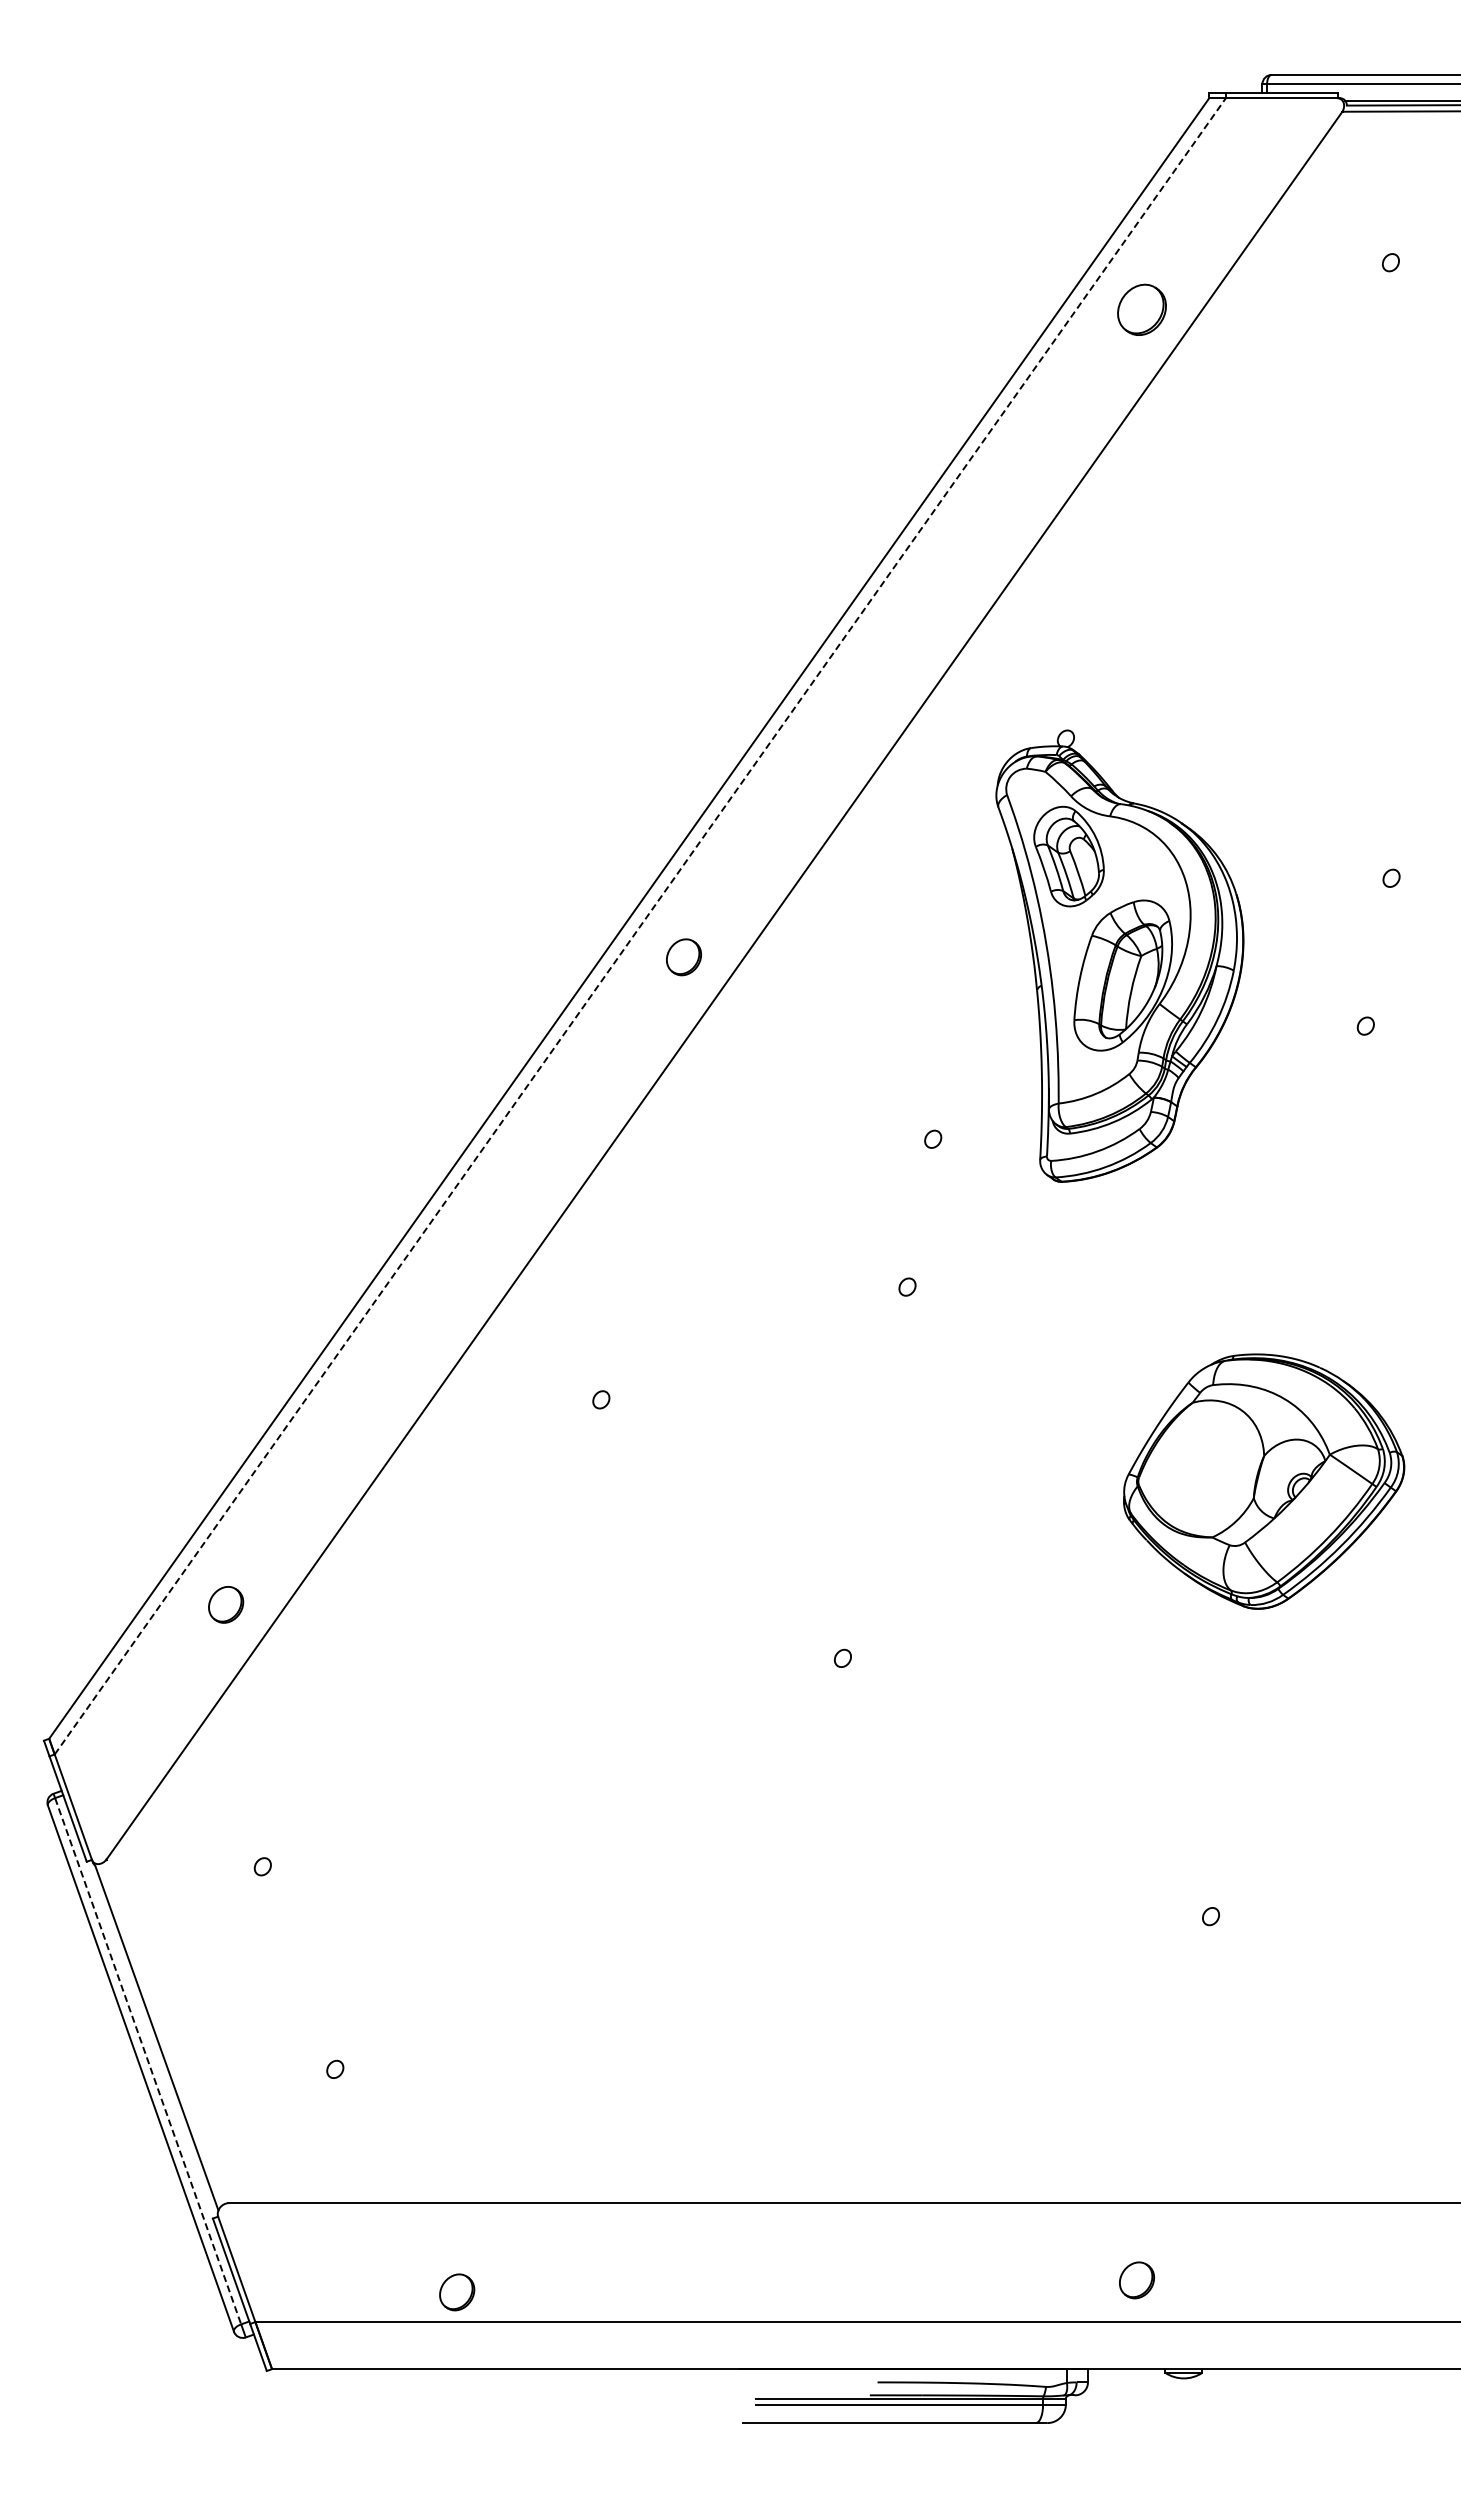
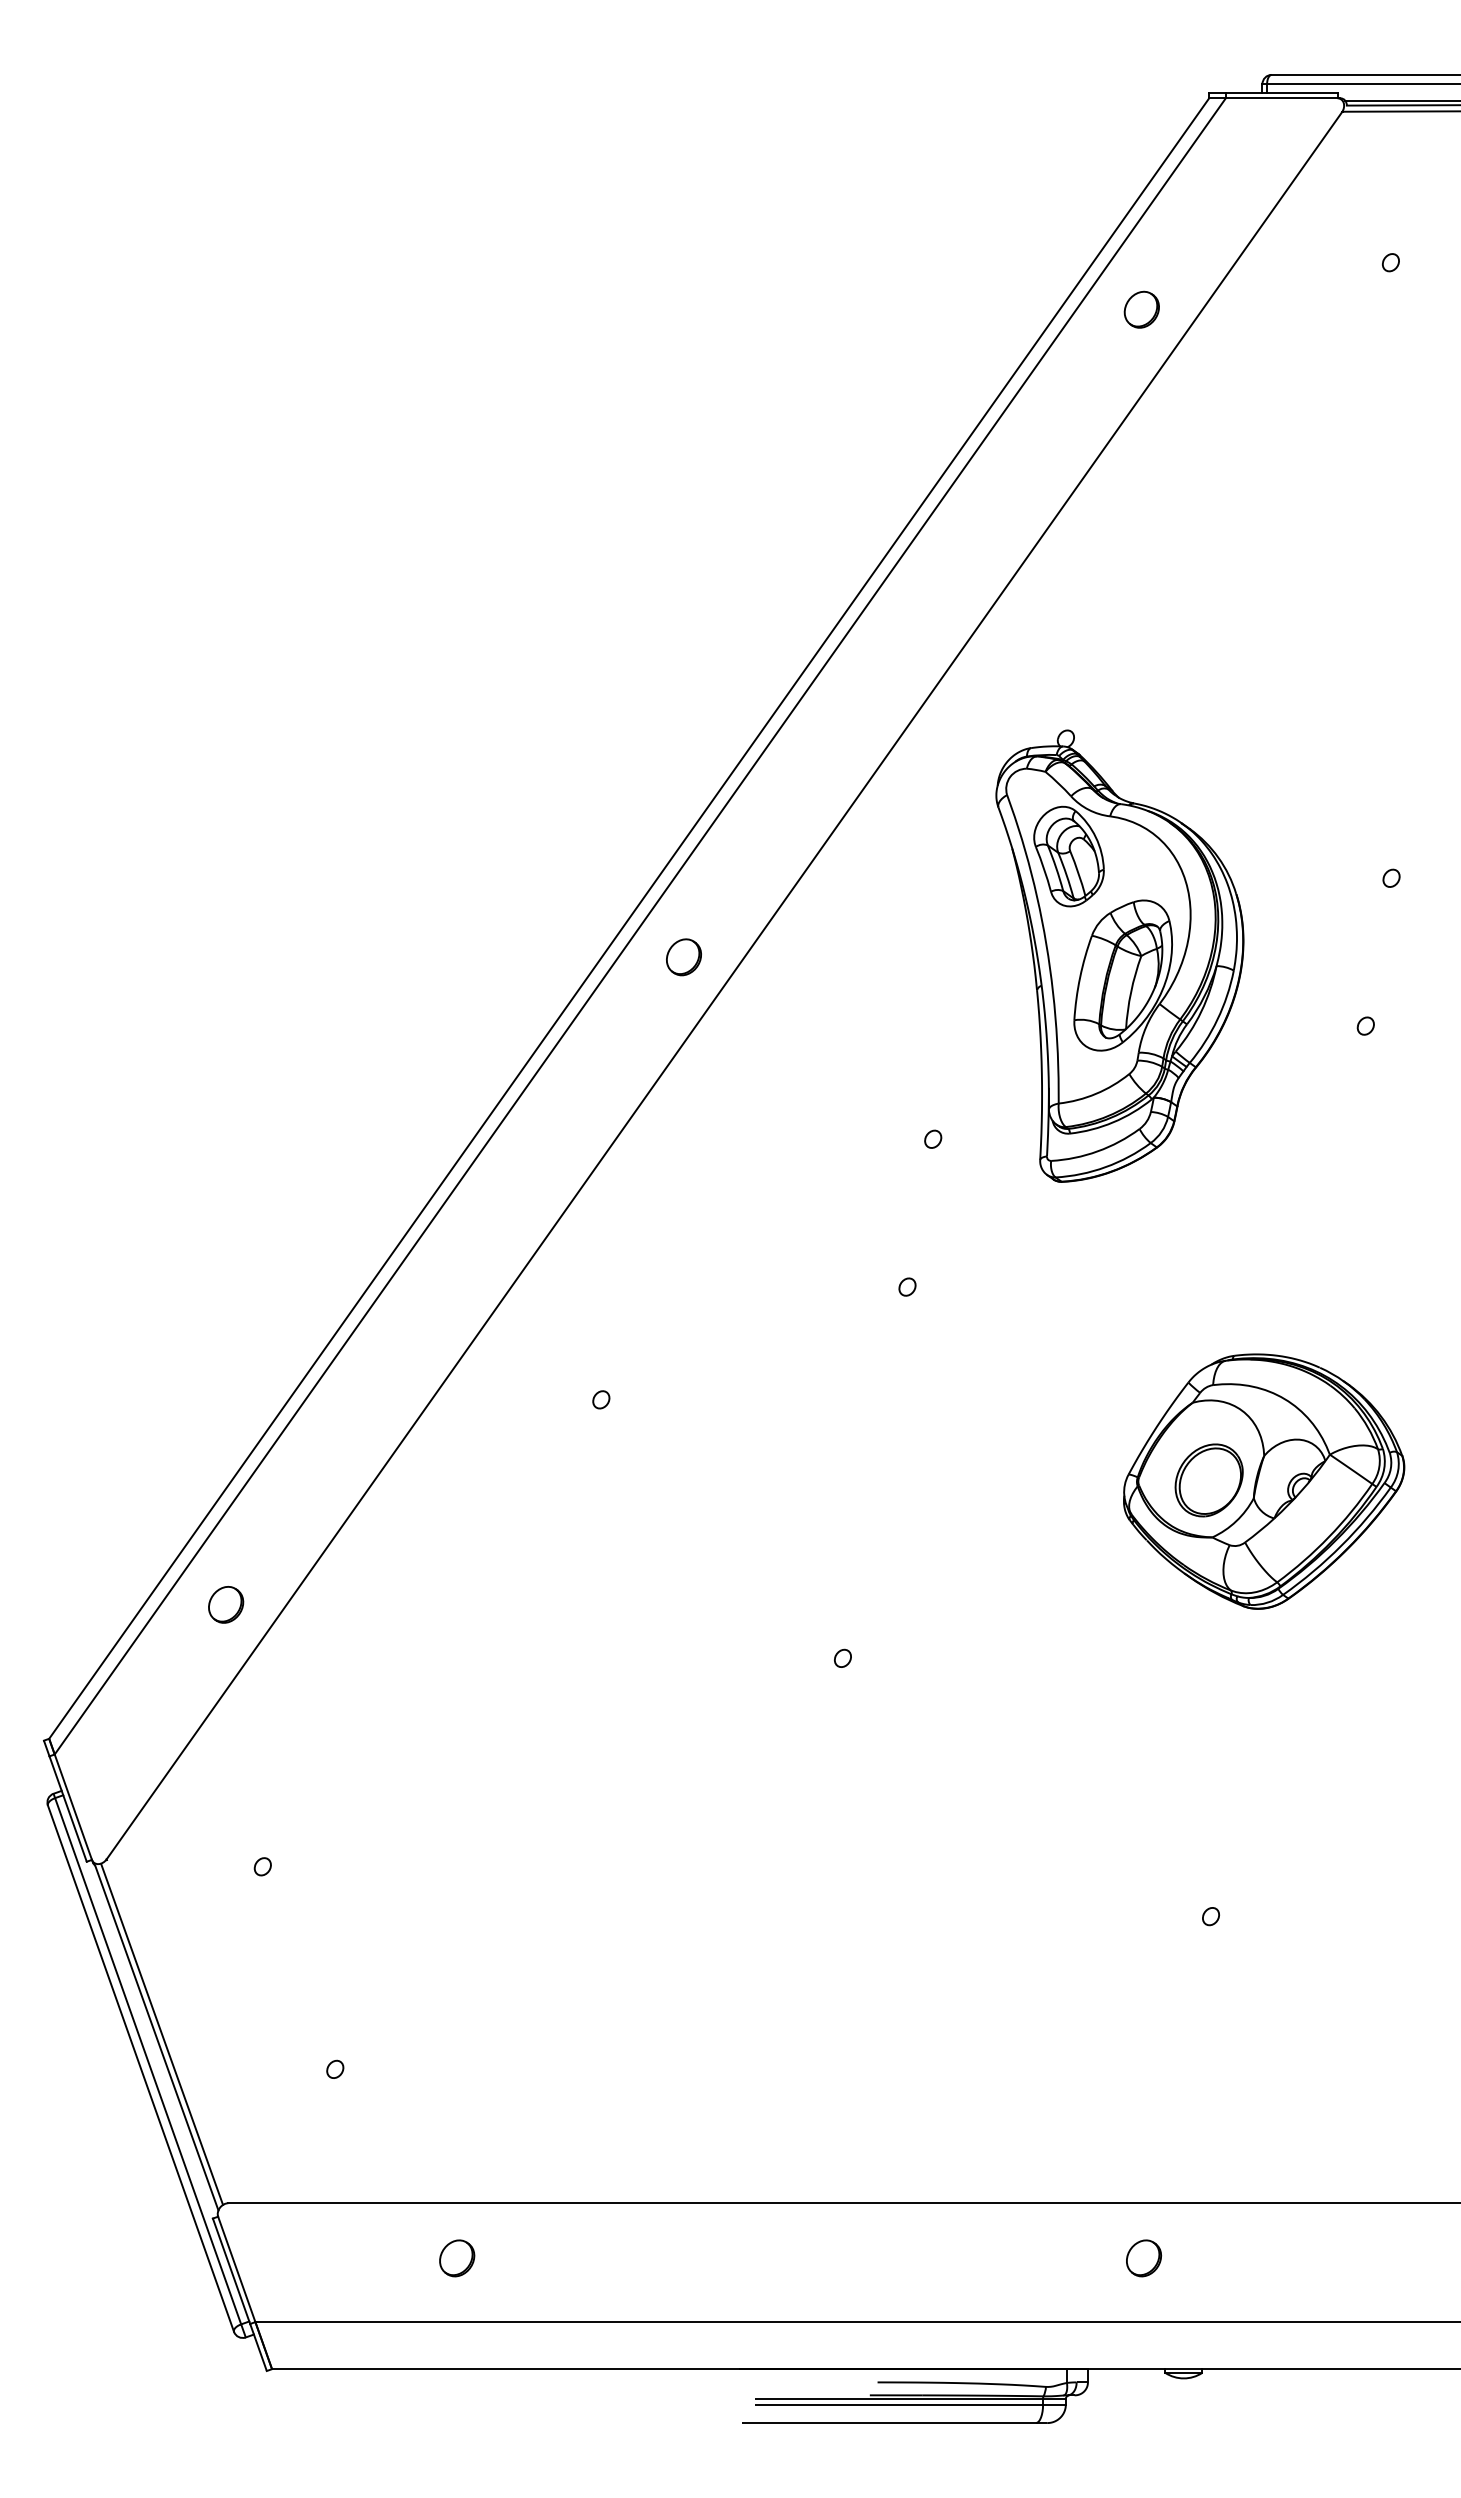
part at (1141, 309) size: 50x53 px -> 37x39 px
line at (640, 926): dashed -> solid
part at (1208, 1480): none -> present
line at (162, 2034): none -> present
line at (148, 2061): dashed -> solid
part at (1137, 2280) position: (1137, 2280) -> (1144, 2258)
part at (457, 2292) position: (457, 2292) -> (457, 2258)
